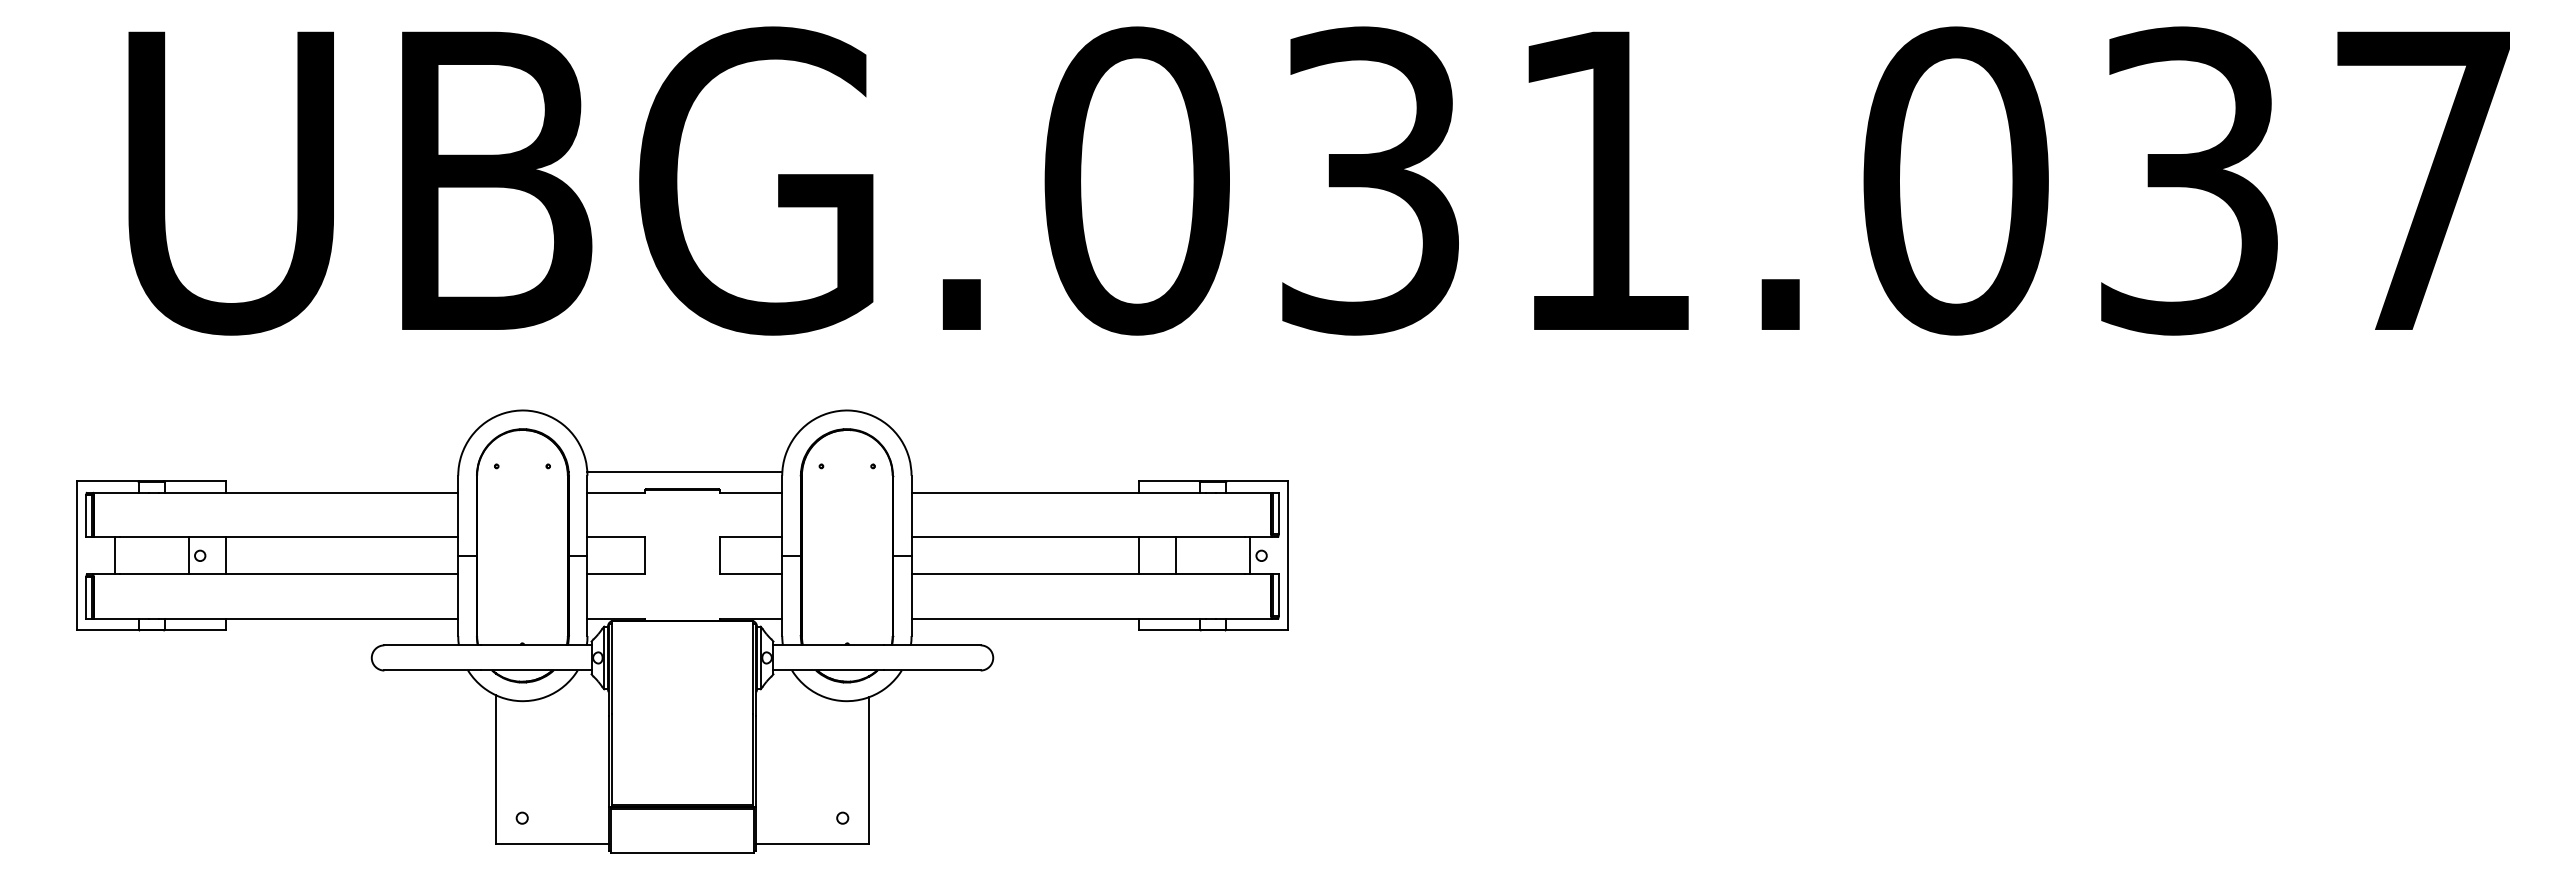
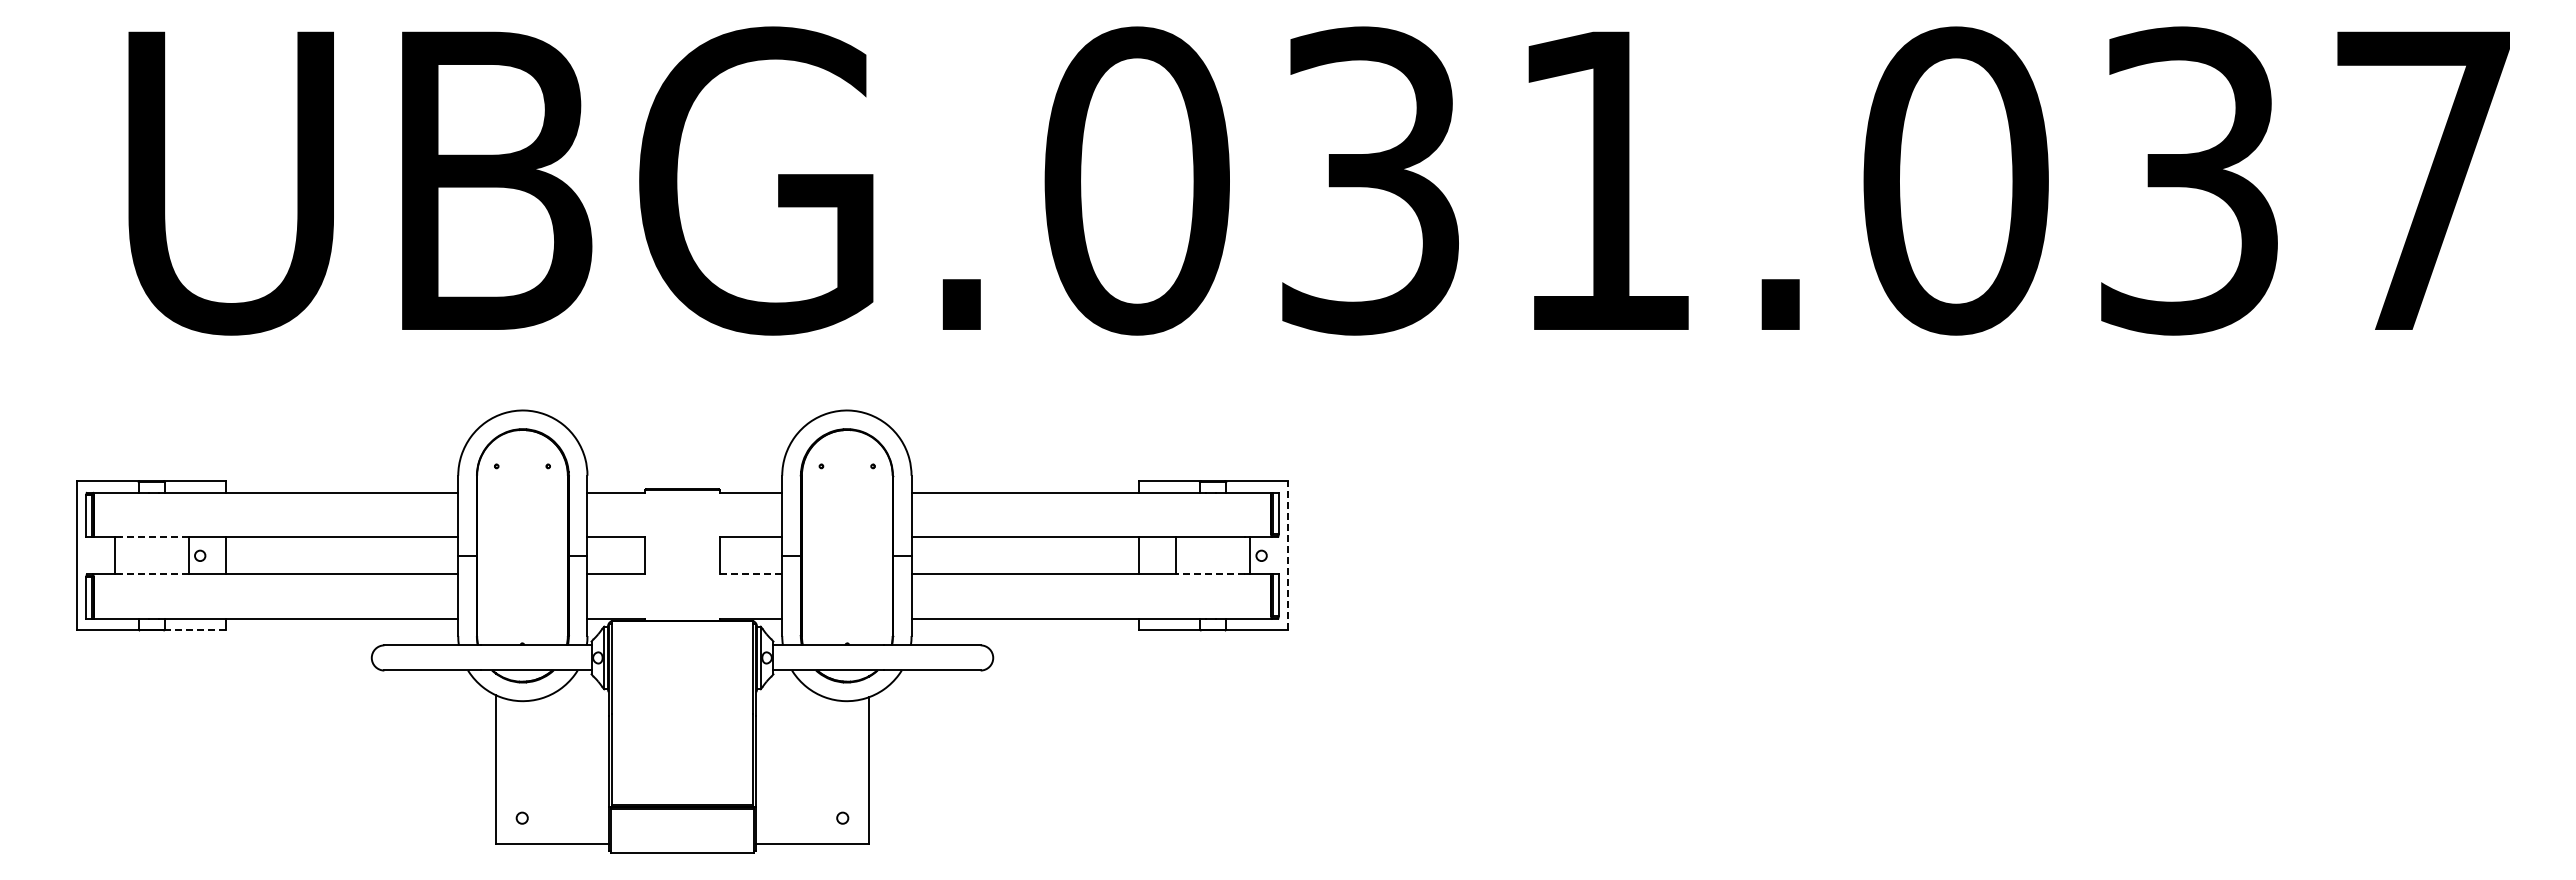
line at (684, 471): present -> none
line at (153, 537): solid -> dashed
line at (1287, 555): solid -> dashed
line at (153, 574): solid -> dashed
line at (751, 574): solid -> dashed
line at (1210, 574): solid -> dashed
line at (195, 630): solid -> dashed
